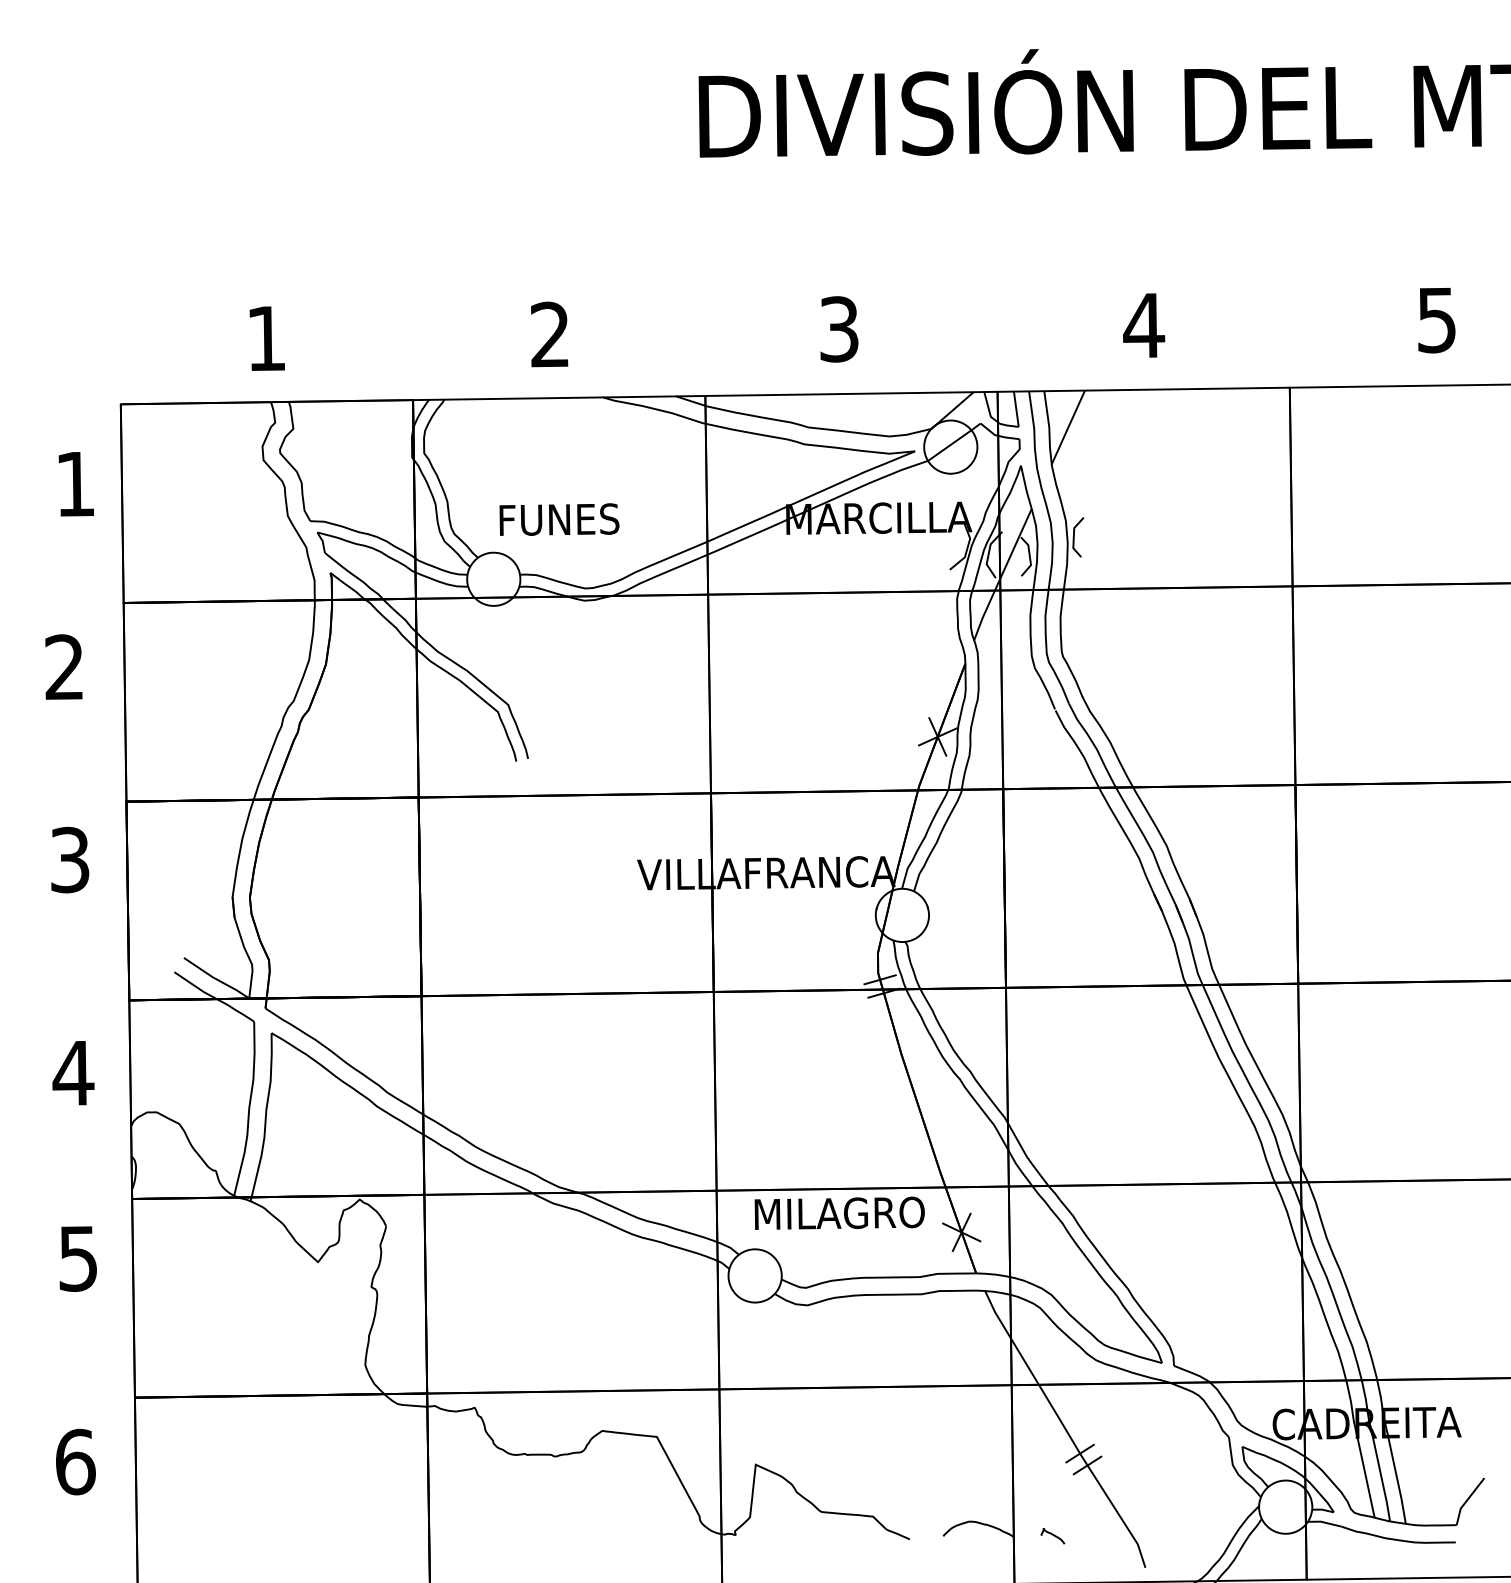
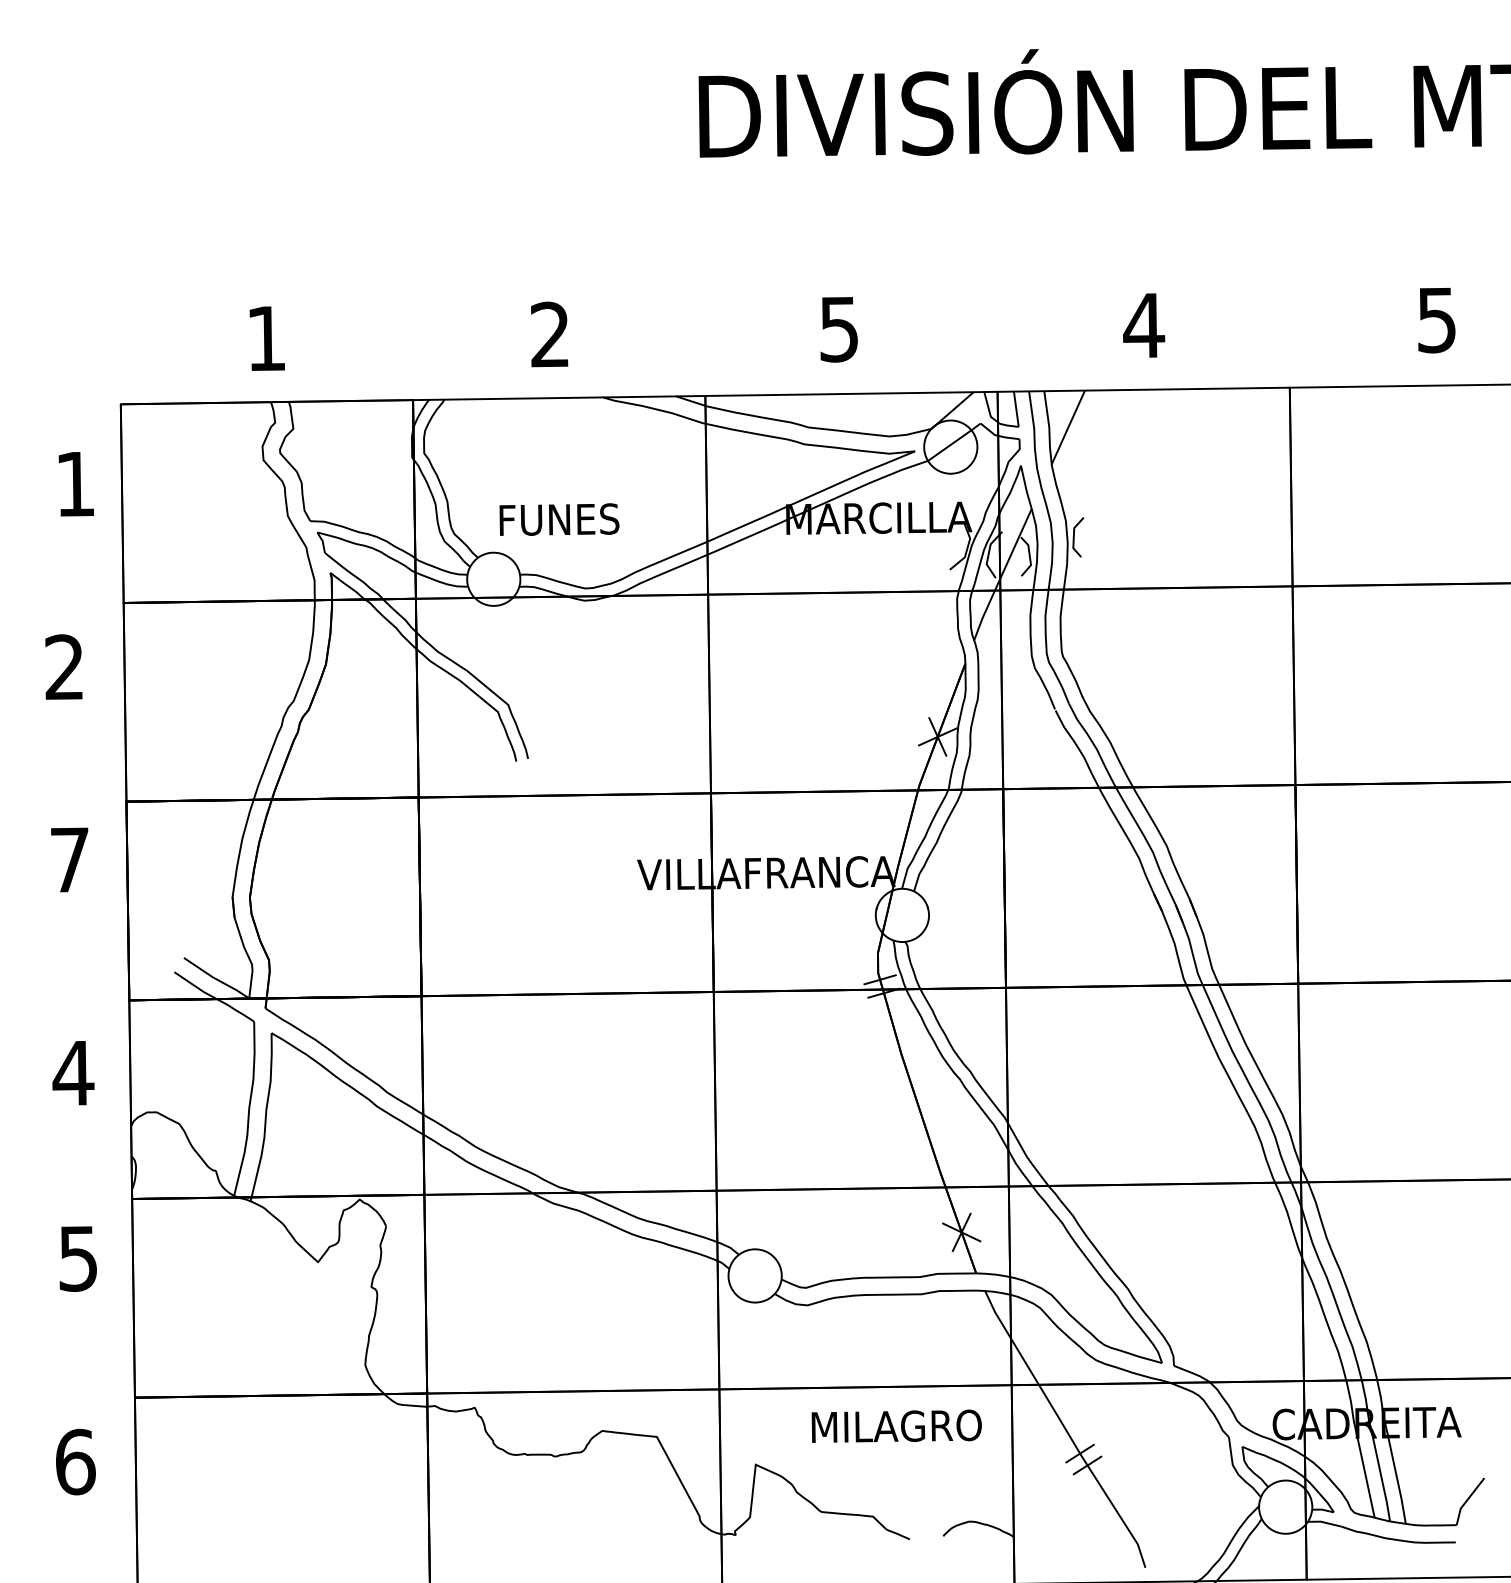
text at (839, 329): 3 -> 5
text at (70, 859): 3 -> 7
text at (839, 1212) position: (839, 1212) -> (896, 1425)
part at (1052, 1536): present -> none
